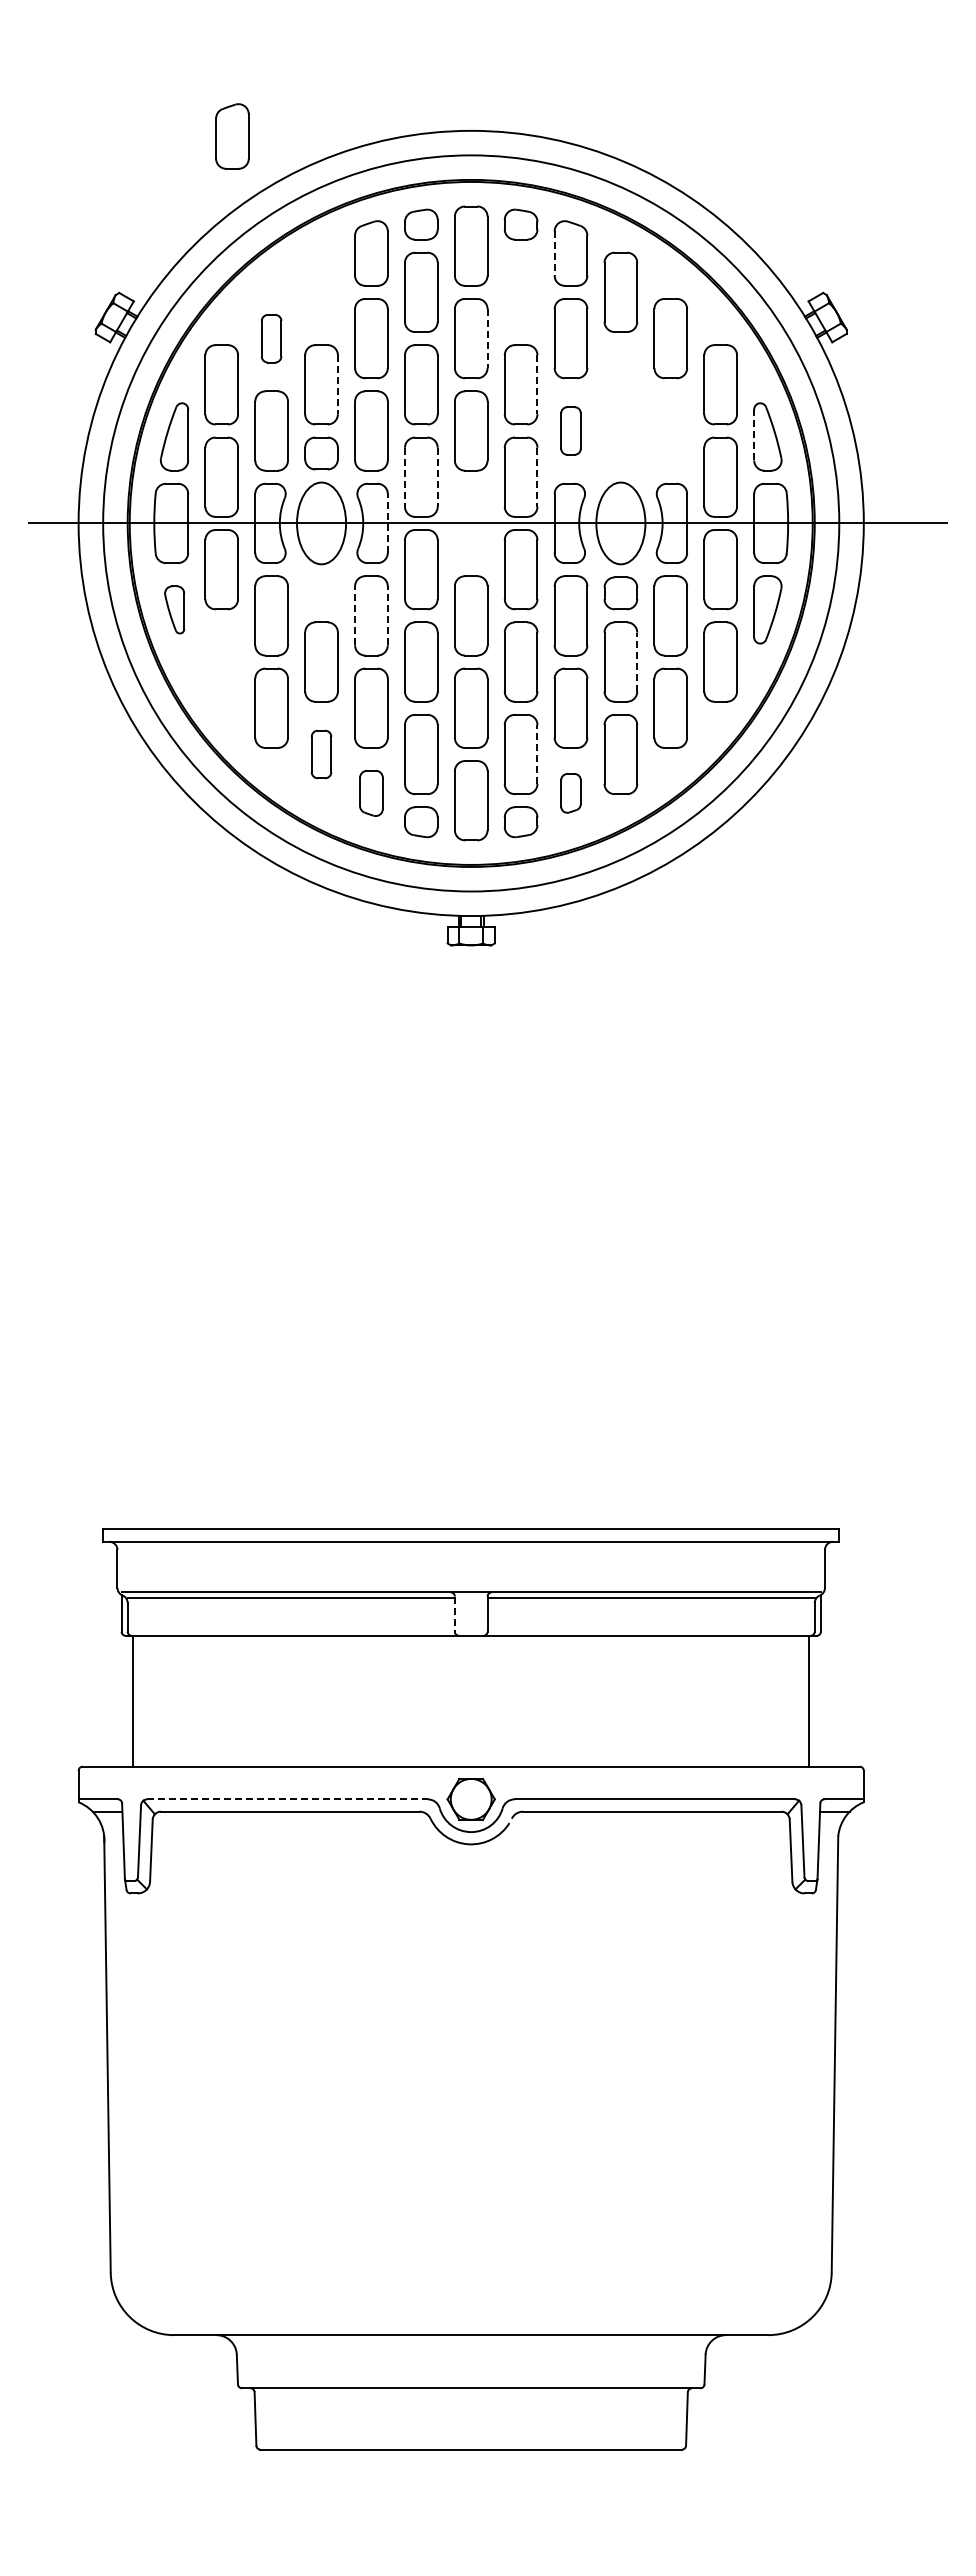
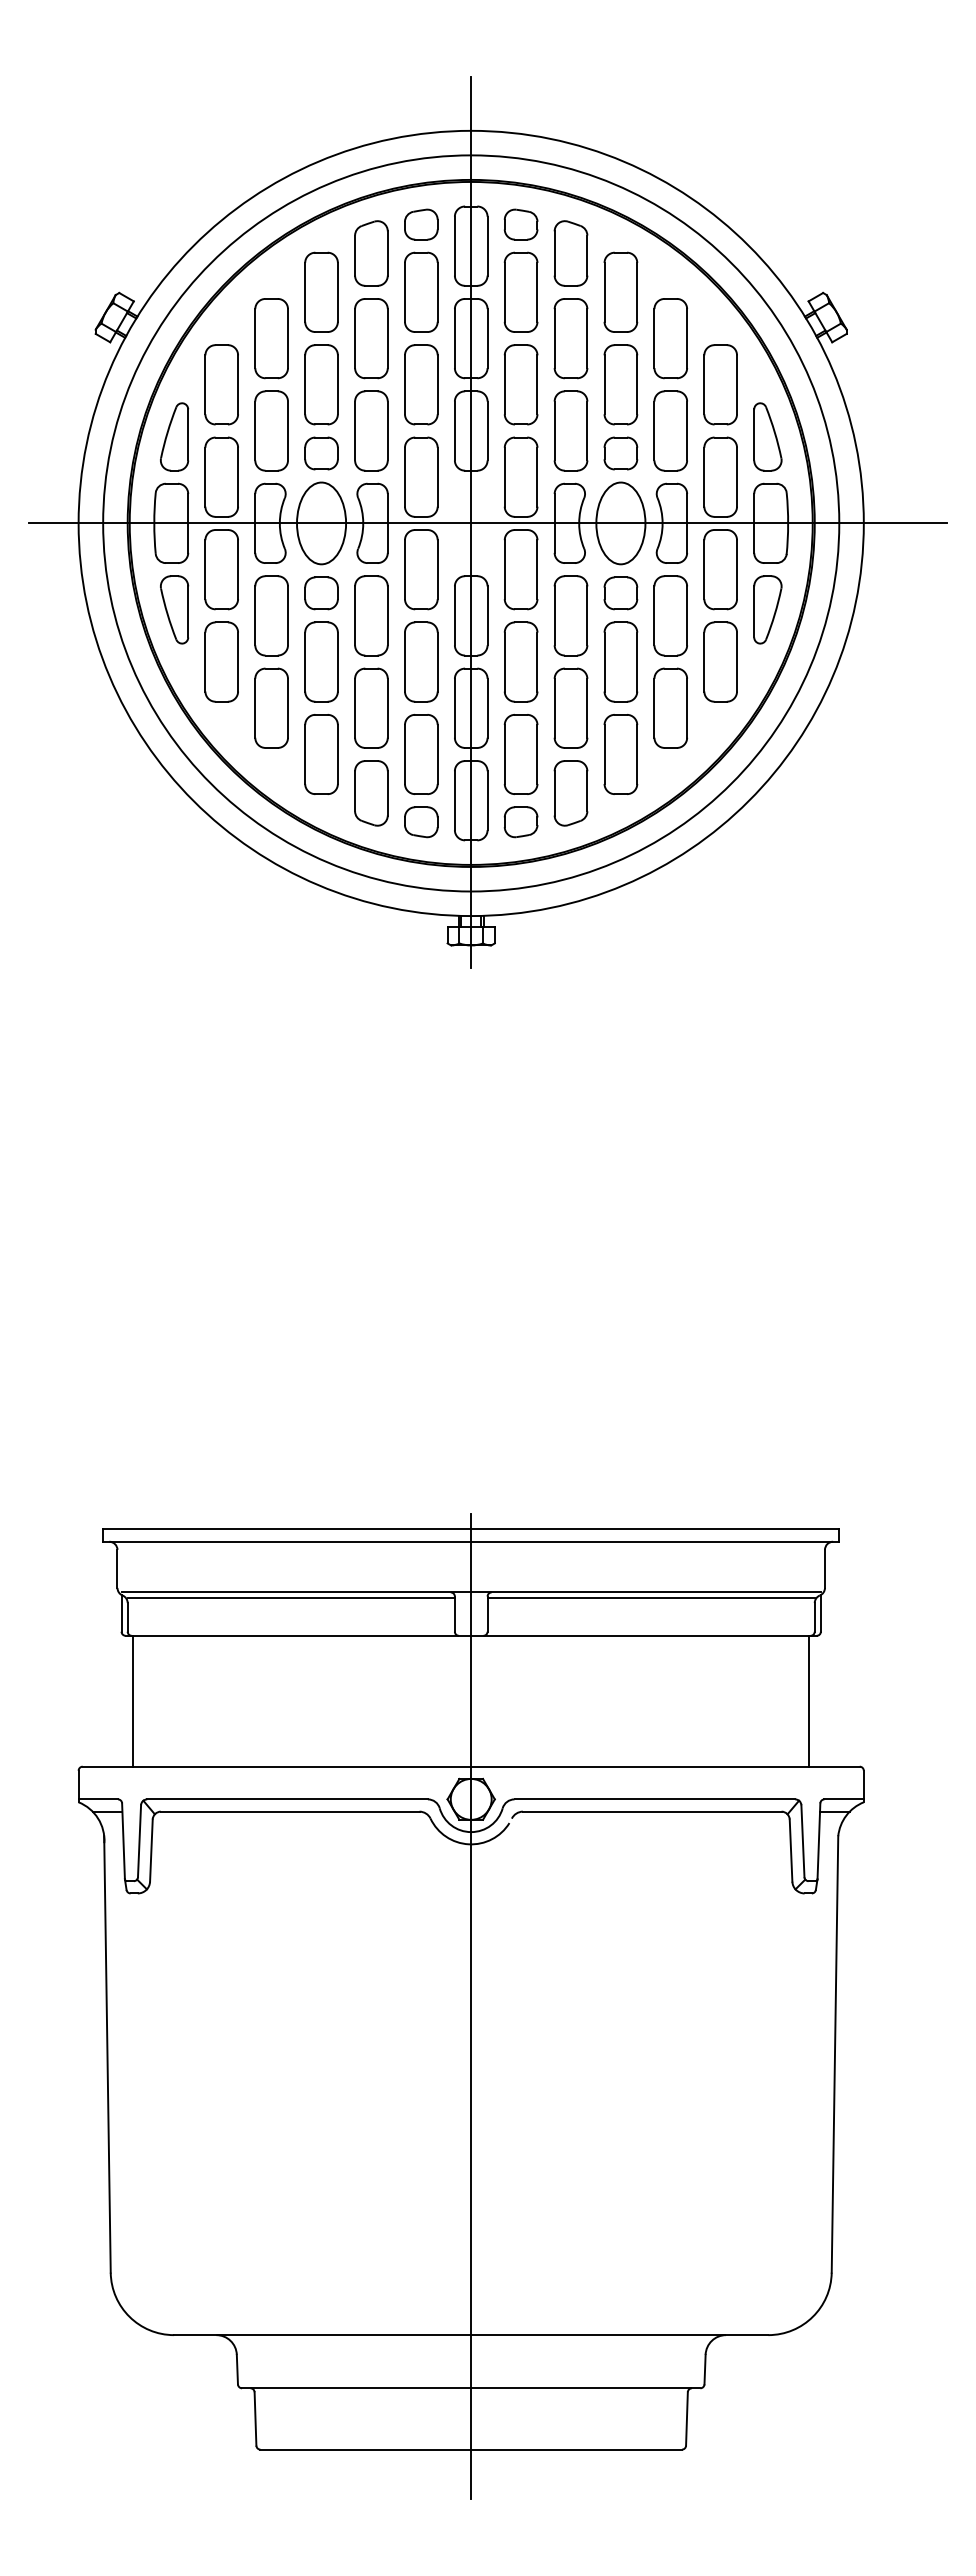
part at (232, 136): present -> none
line at (554, 253): dashed -> solid
part at (321, 291): none -> present
part at (520, 291): none -> present
part at (271, 338) size: 23x50 px -> 35x82 px
line at (487, 339): dashed -> solid
part at (620, 384): none -> present
line at (337, 385): dashed -> solid
line at (537, 385): dashed -> solid
part at (570, 430) size: 22x50 px -> 36x82 px
part at (670, 430): none -> present
line at (754, 434): dashed -> solid
part at (620, 453): none -> present
line at (404, 477): dashed -> solid
line at (437, 477): dashed -> solid
line at (537, 477): dashed -> solid
line at (387, 522): dashed -> solid
line at (471, 522): none -> present
part at (321, 593): none -> present
part at (174, 609) size: 22x50 px -> 30x70 px
line at (355, 615): dashed -> solid
line at (387, 615): dashed -> solid
part at (221, 661): none -> present
line at (637, 661): dashed -> solid
part at (321, 754) size: 23x51 px -> 35x81 px
line at (537, 754): dashed -> solid
part at (371, 792) size: 25x48 px -> 35x67 px
part at (570, 793) size: 22x41 px -> 36x67 px
line at (454, 1614): dashed -> solid
line at (288, 1799): dashed -> solid
line at (471, 2005): none -> present
